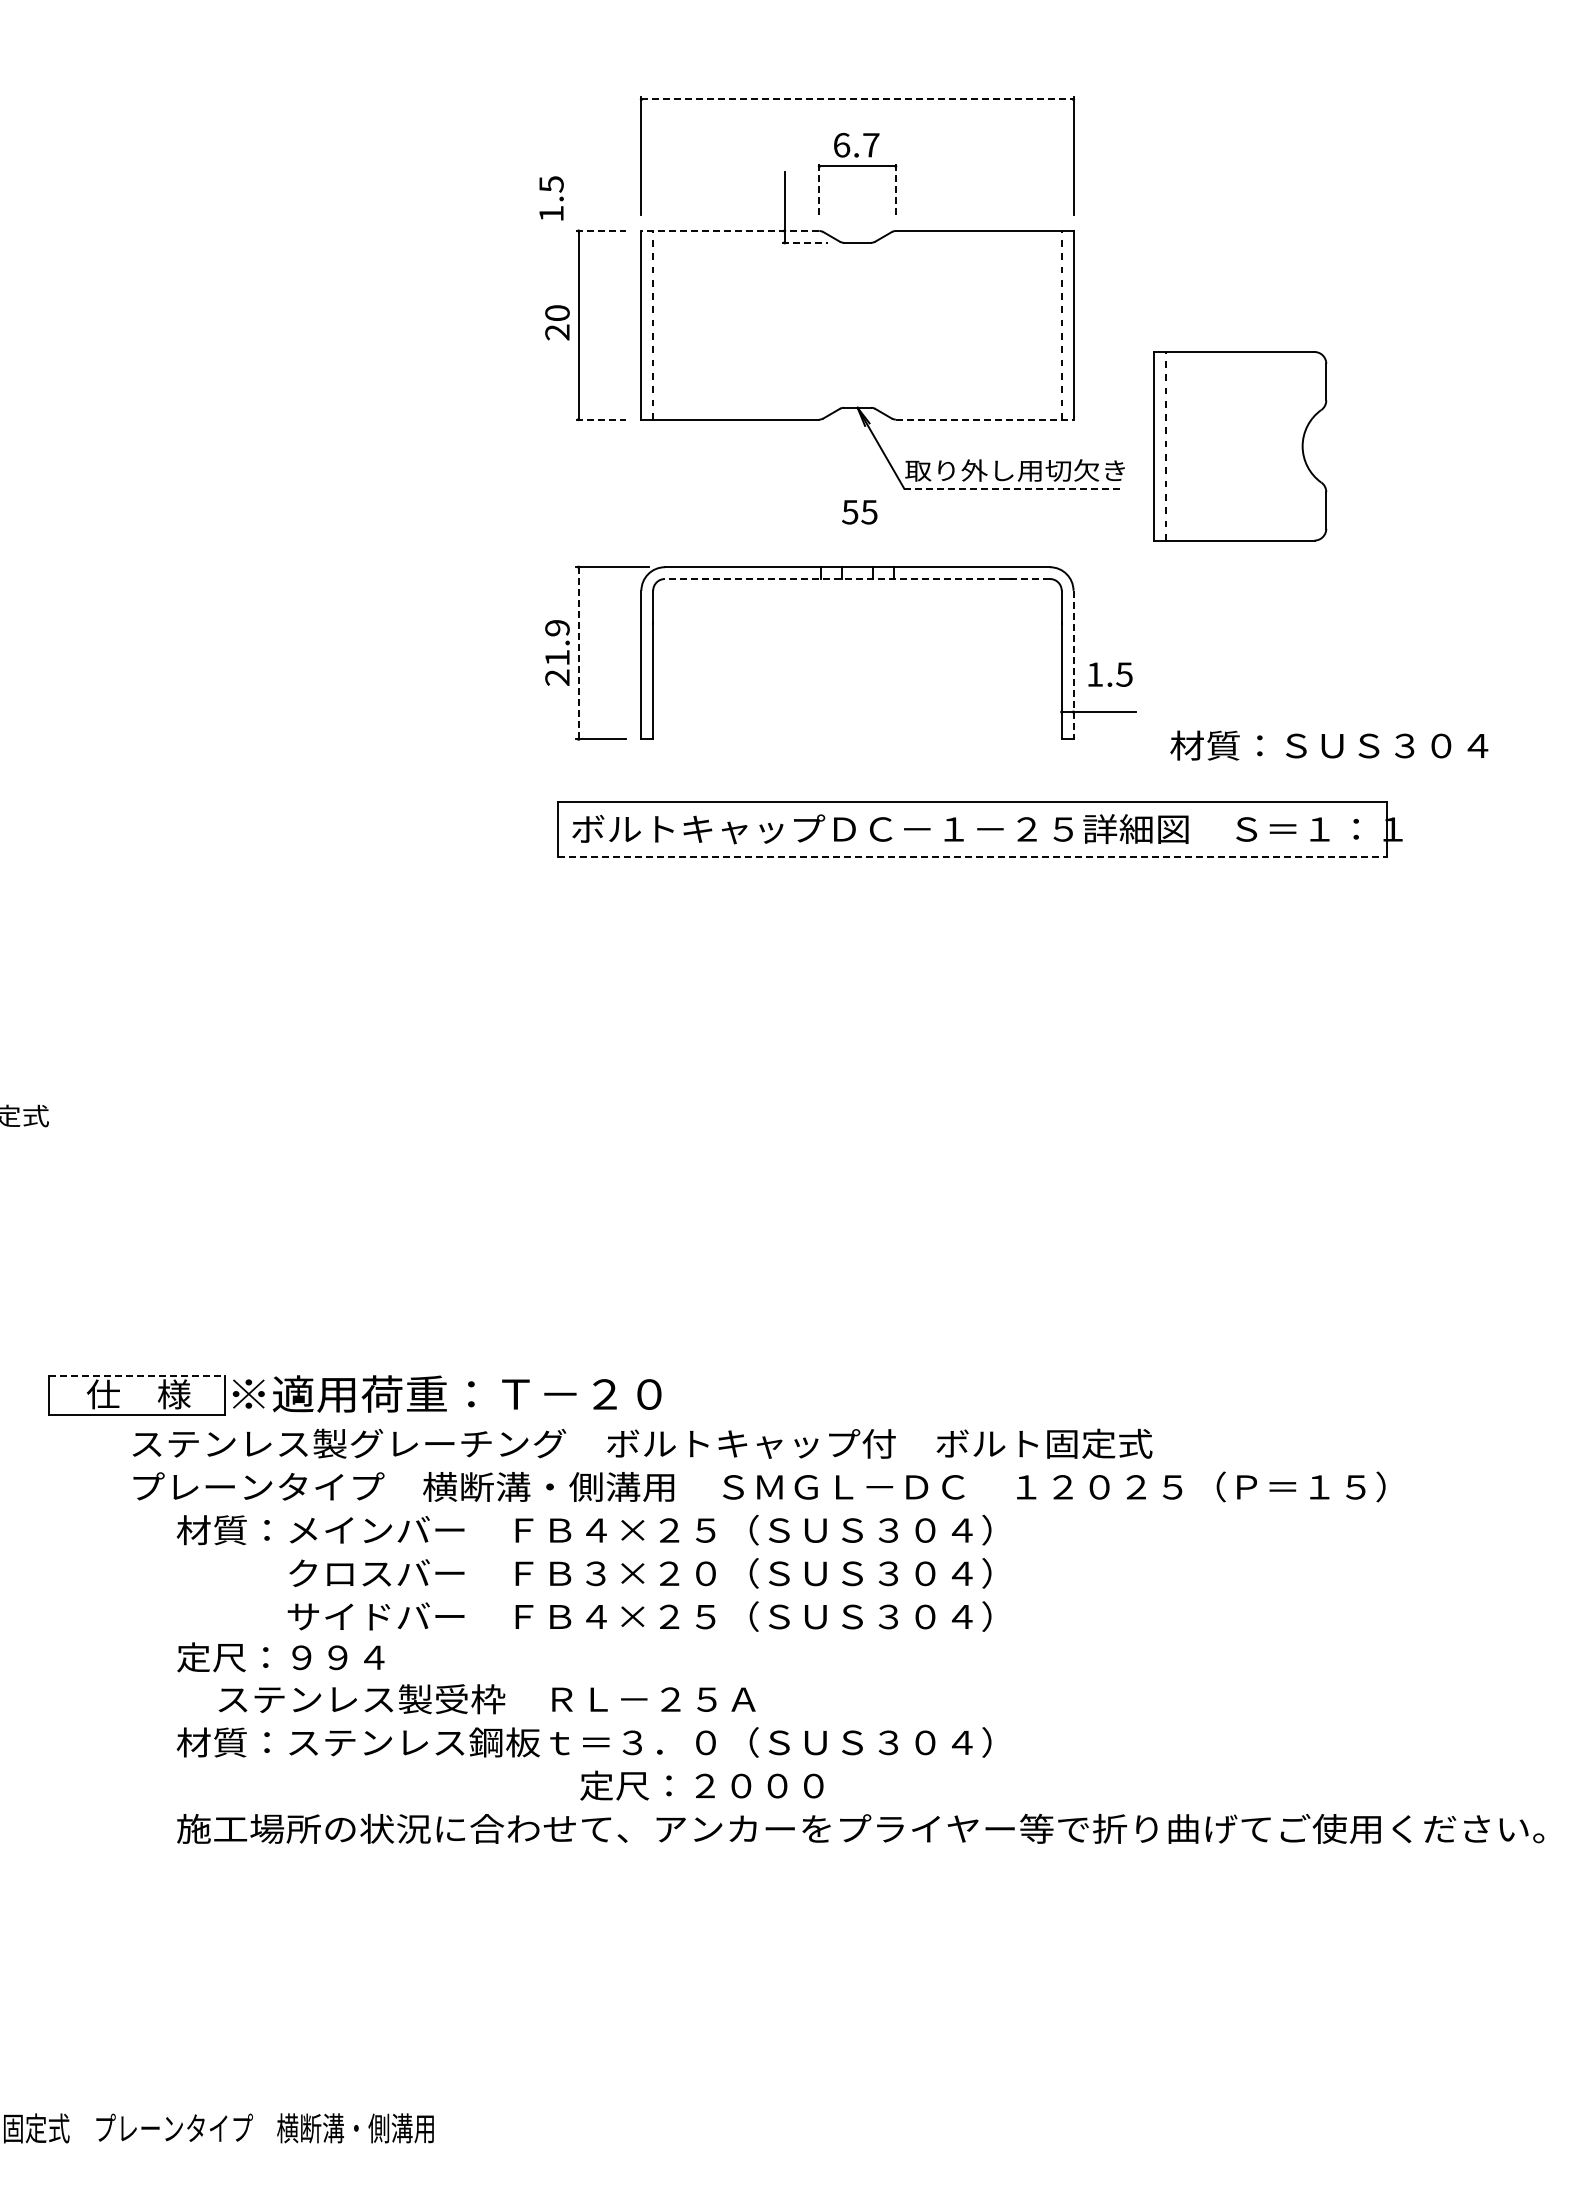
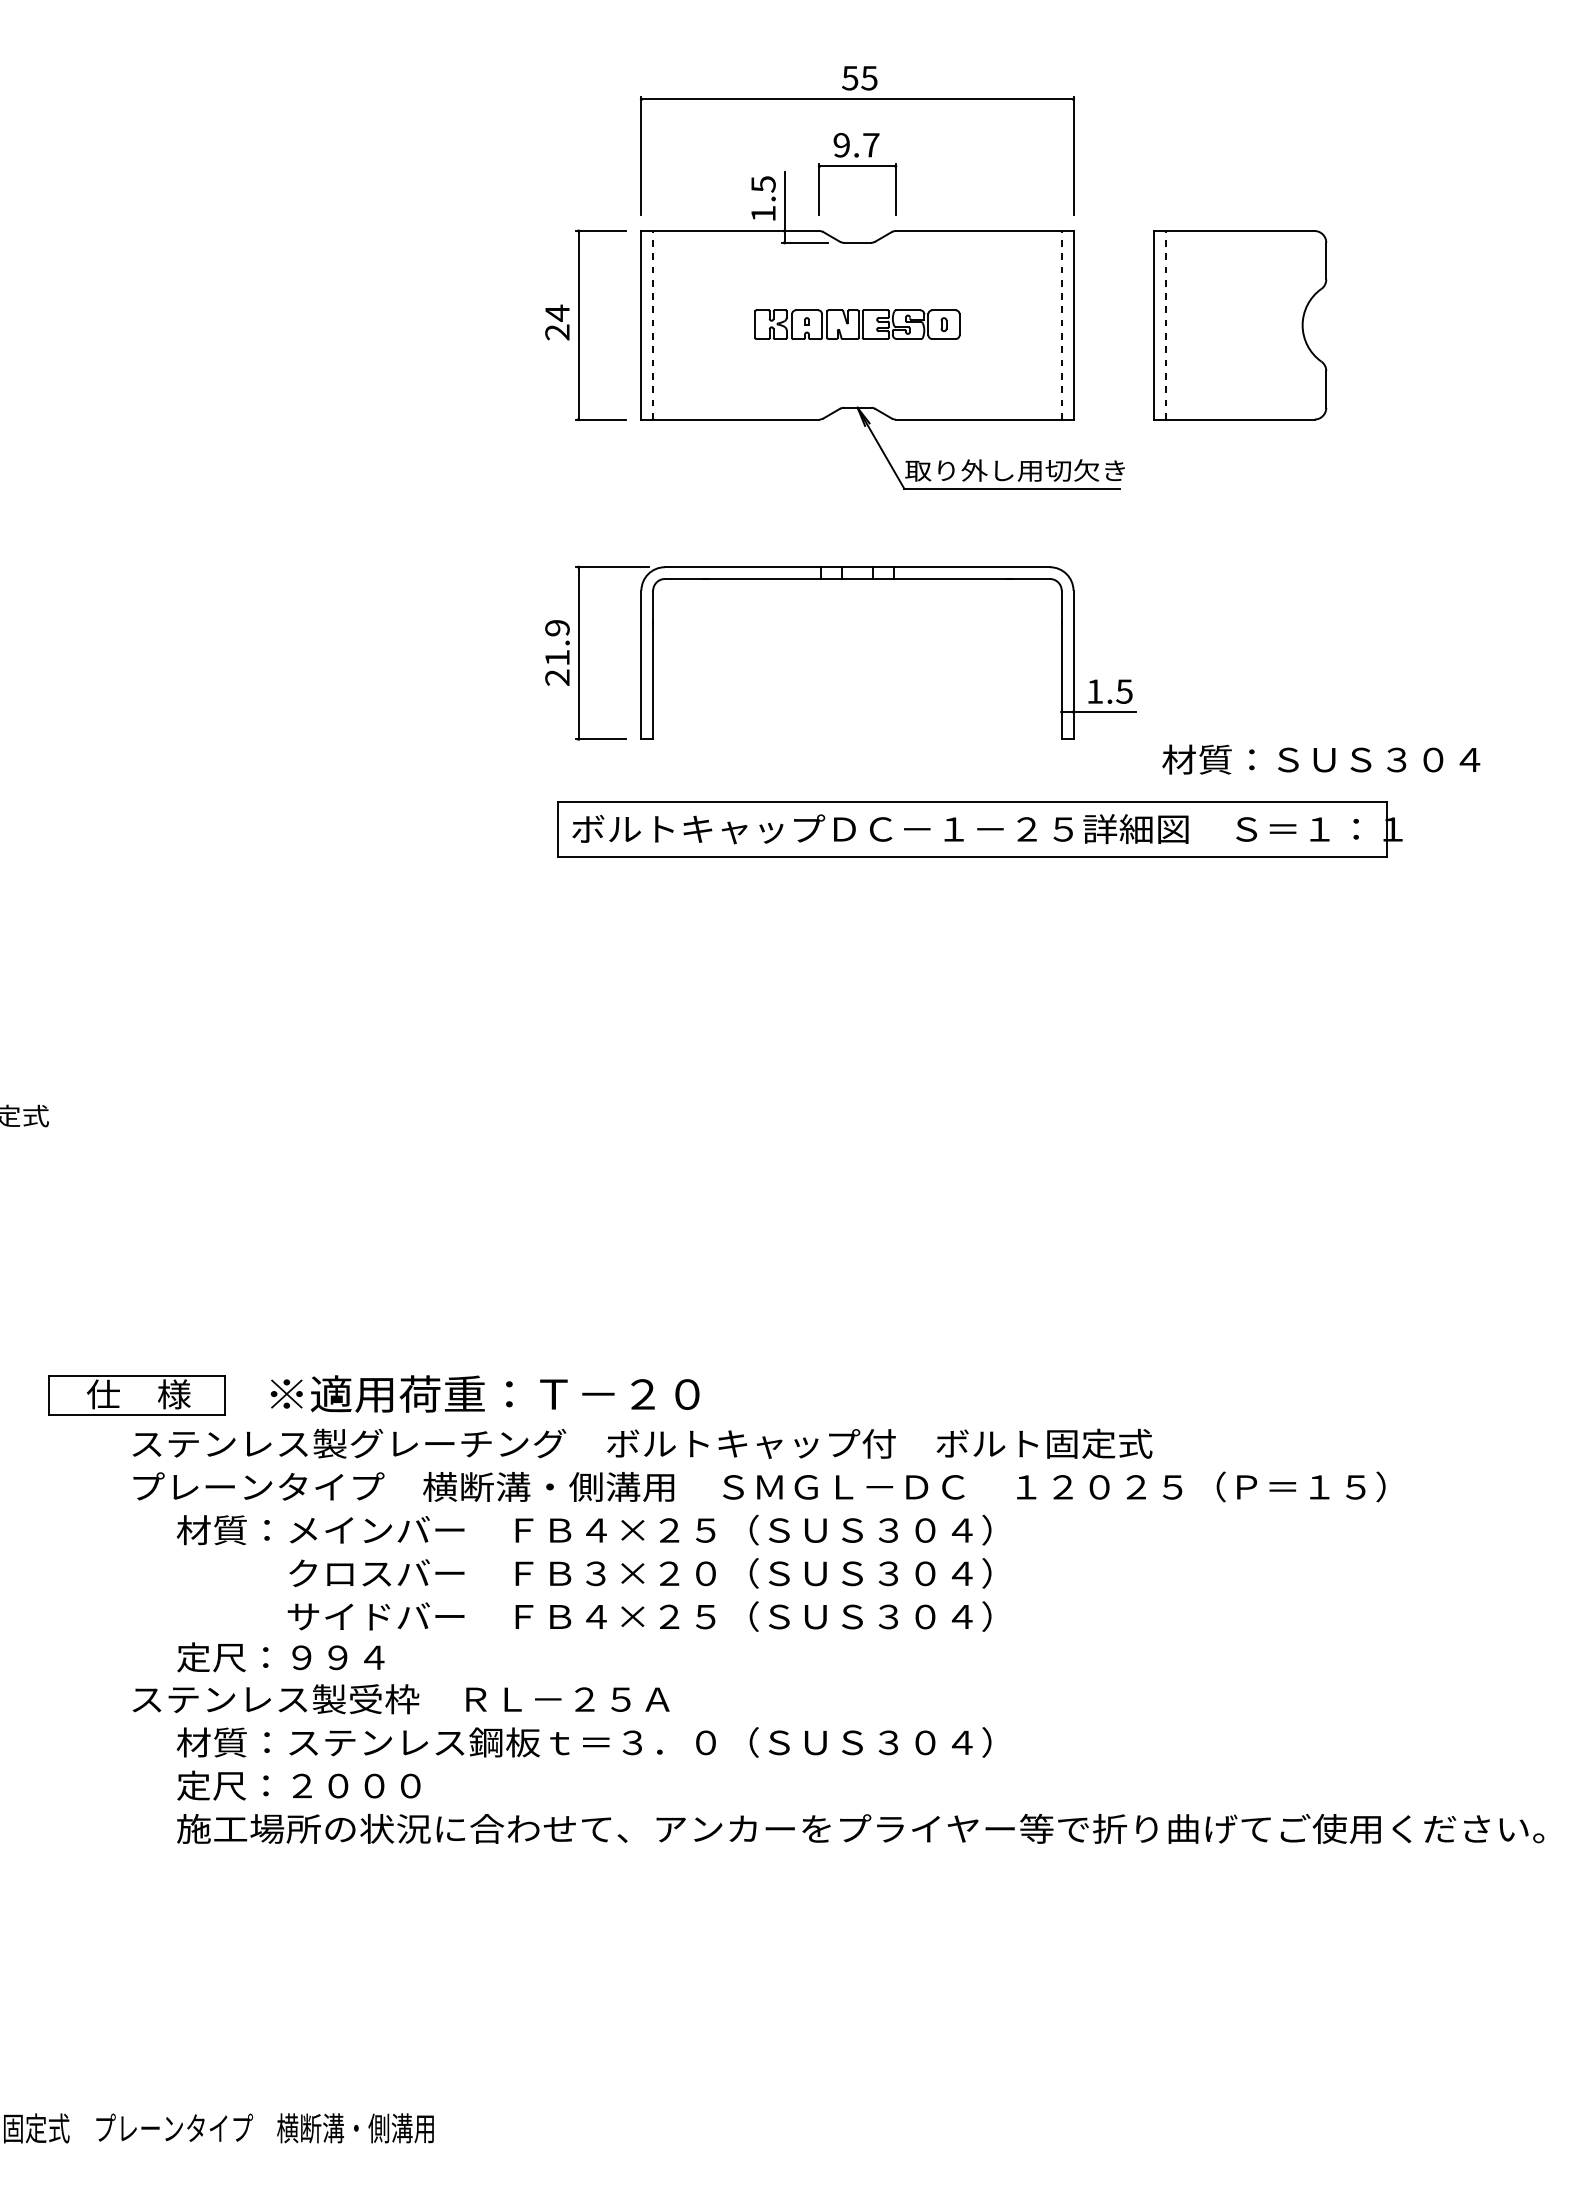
line at (857, 99): dashed -> solid
text at (841, 144): 6.7 -> 9.7
line at (819, 189): dashed -> solid
line at (895, 189): dashed -> solid
text at (551, 198) position: (551, 198) -> (763, 198)
line at (600, 231): dashed -> solid
line at (730, 231): dashed -> solid
line at (805, 242): dashed -> solid
text at (557, 312): 20 -> 24
part at (857, 324): none -> present
line at (600, 419): dashed -> solid
line at (984, 419): dashed -> solid
part at (1240, 446) position: (1240, 446) -> (1240, 325)
line at (1011, 488): dashed -> solid
text at (859, 512) position: (859, 512) -> (859, 78)
line at (856, 579): dashed -> solid
line at (578, 652): dashed -> solid
line at (1073, 665): dashed -> solid
text at (1110, 674) position: (1110, 674) -> (1110, 691)
text at (1329, 745) position: (1329, 745) -> (1321, 759)
line at (972, 856): dashed -> solid
line at (137, 1375): dashed -> solid
text at (446, 1393) position: (446, 1393) -> (484, 1393)
text at (486, 1699) position: (486, 1699) -> (400, 1699)
text at (701, 1785) position: (701, 1785) -> (298, 1785)
